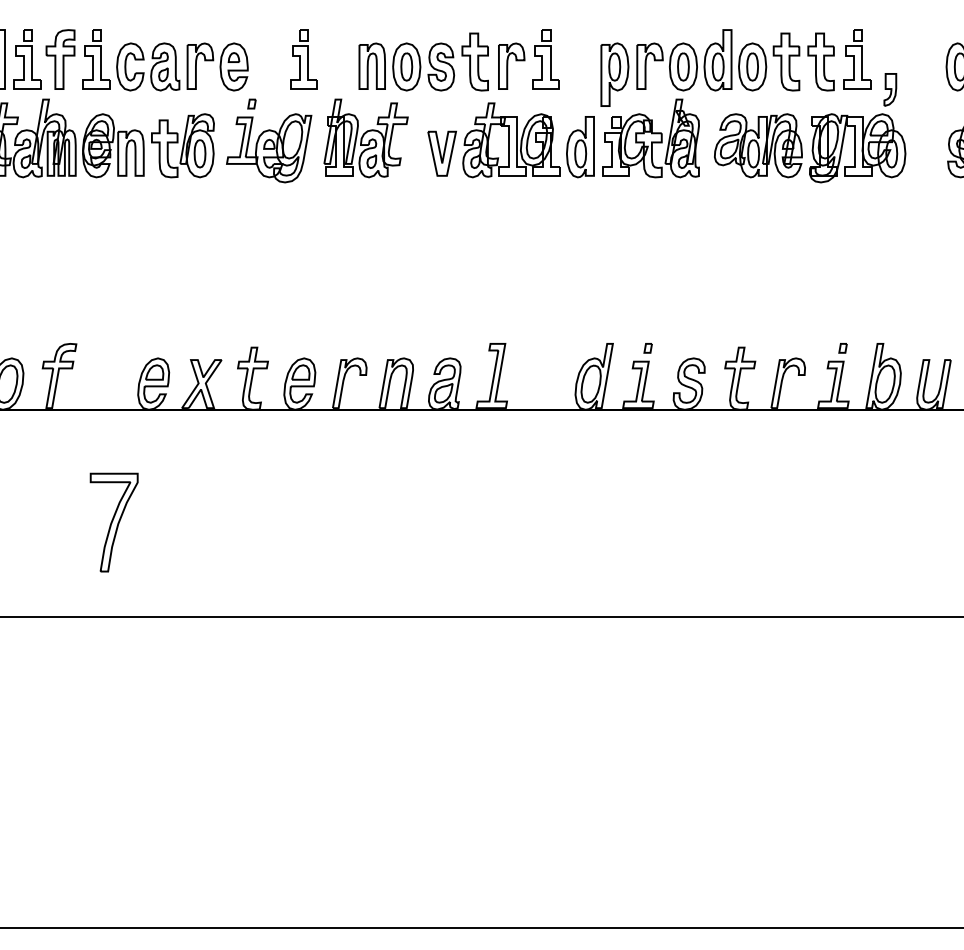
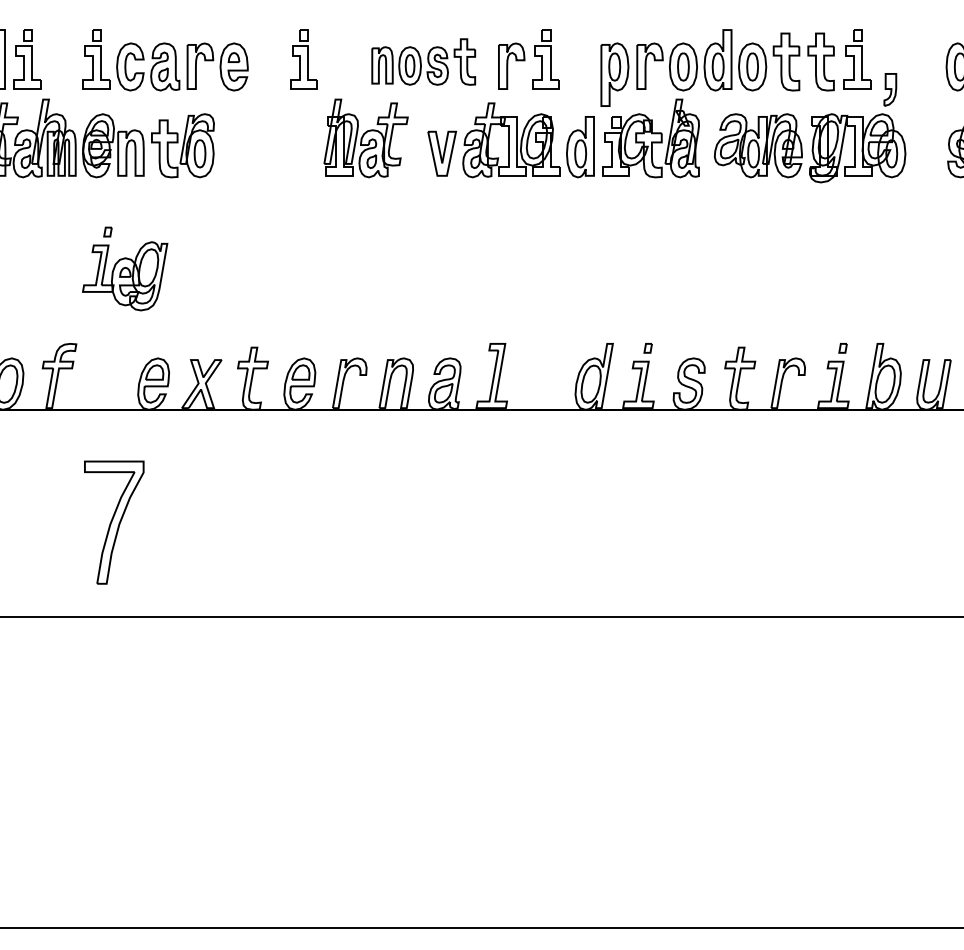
part at (60, 59): present -> none
part at (423, 61) size: 131x60 px -> 105x48 px
part at (269, 140) position: (269, 140) -> (125, 268)
part at (113, 522) size: 50x101 px -> 61x125 px
